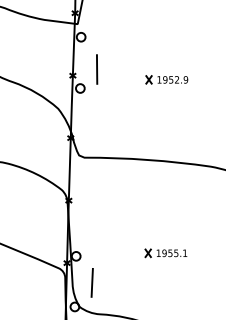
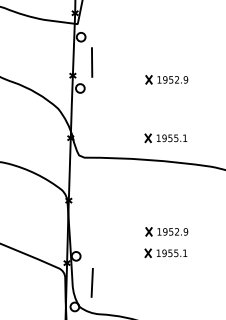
line at (97, 69) position: (97, 69) -> (92, 62)
part at (165, 138): none -> present
part at (166, 231): none -> present
